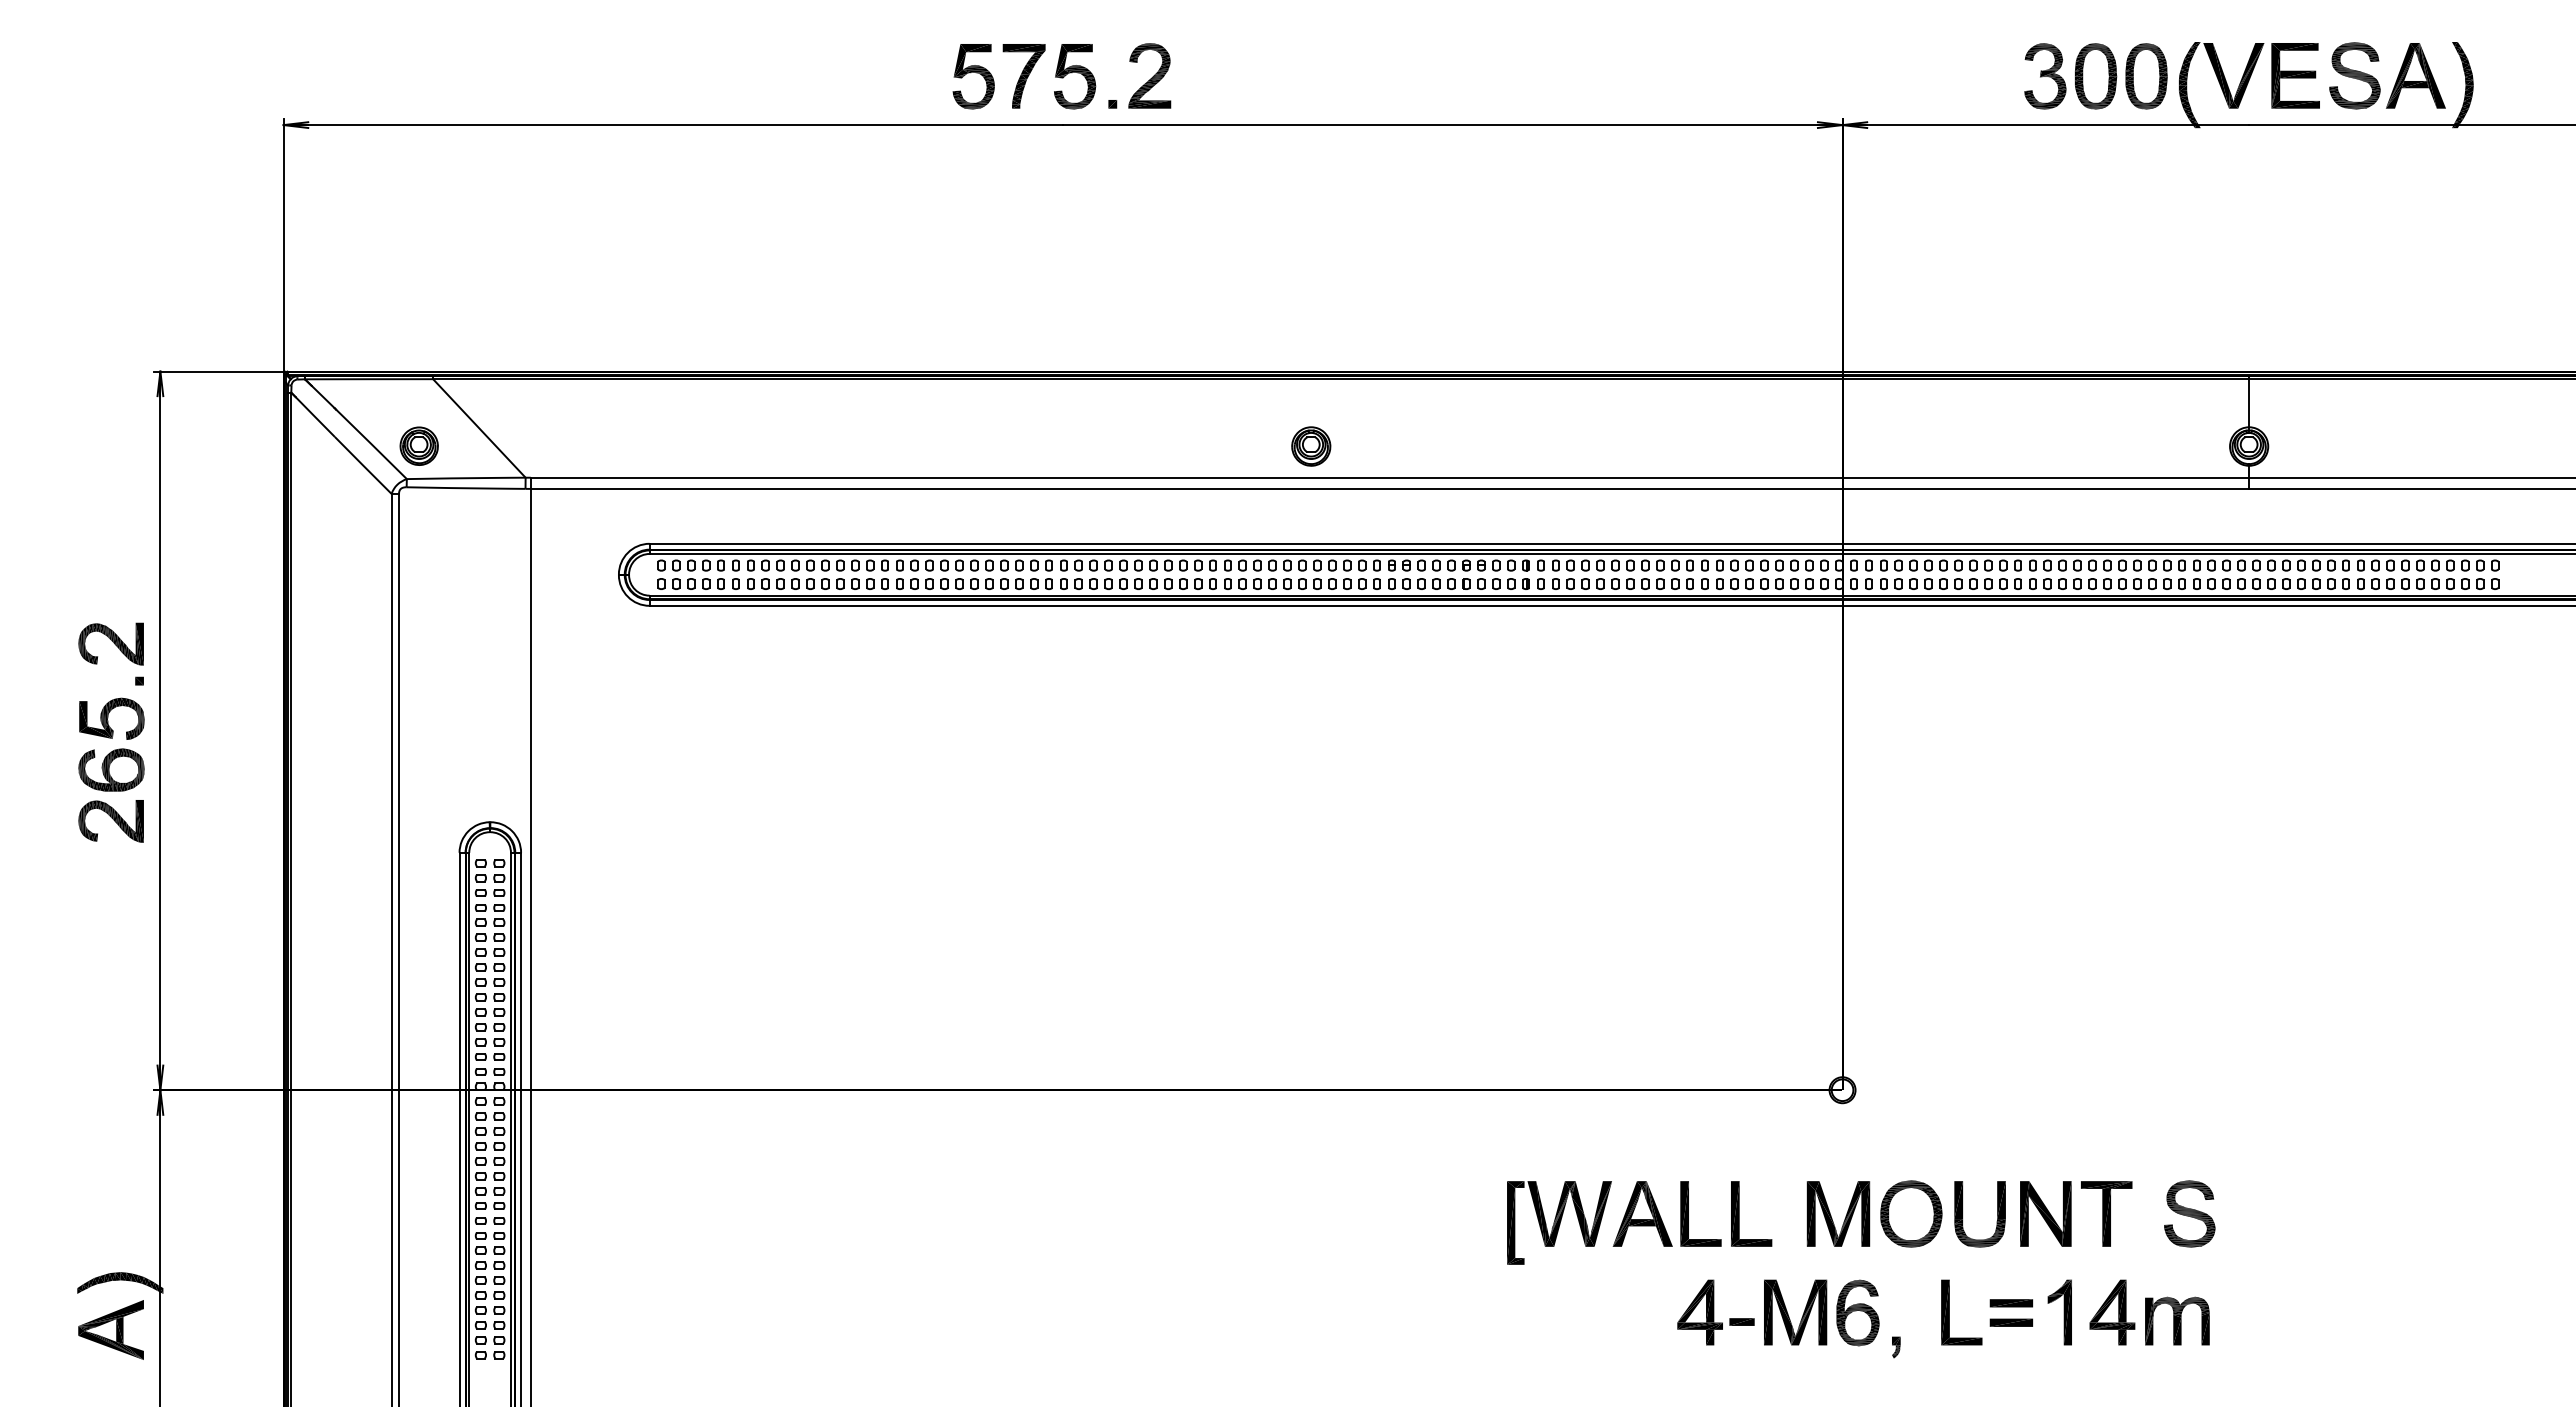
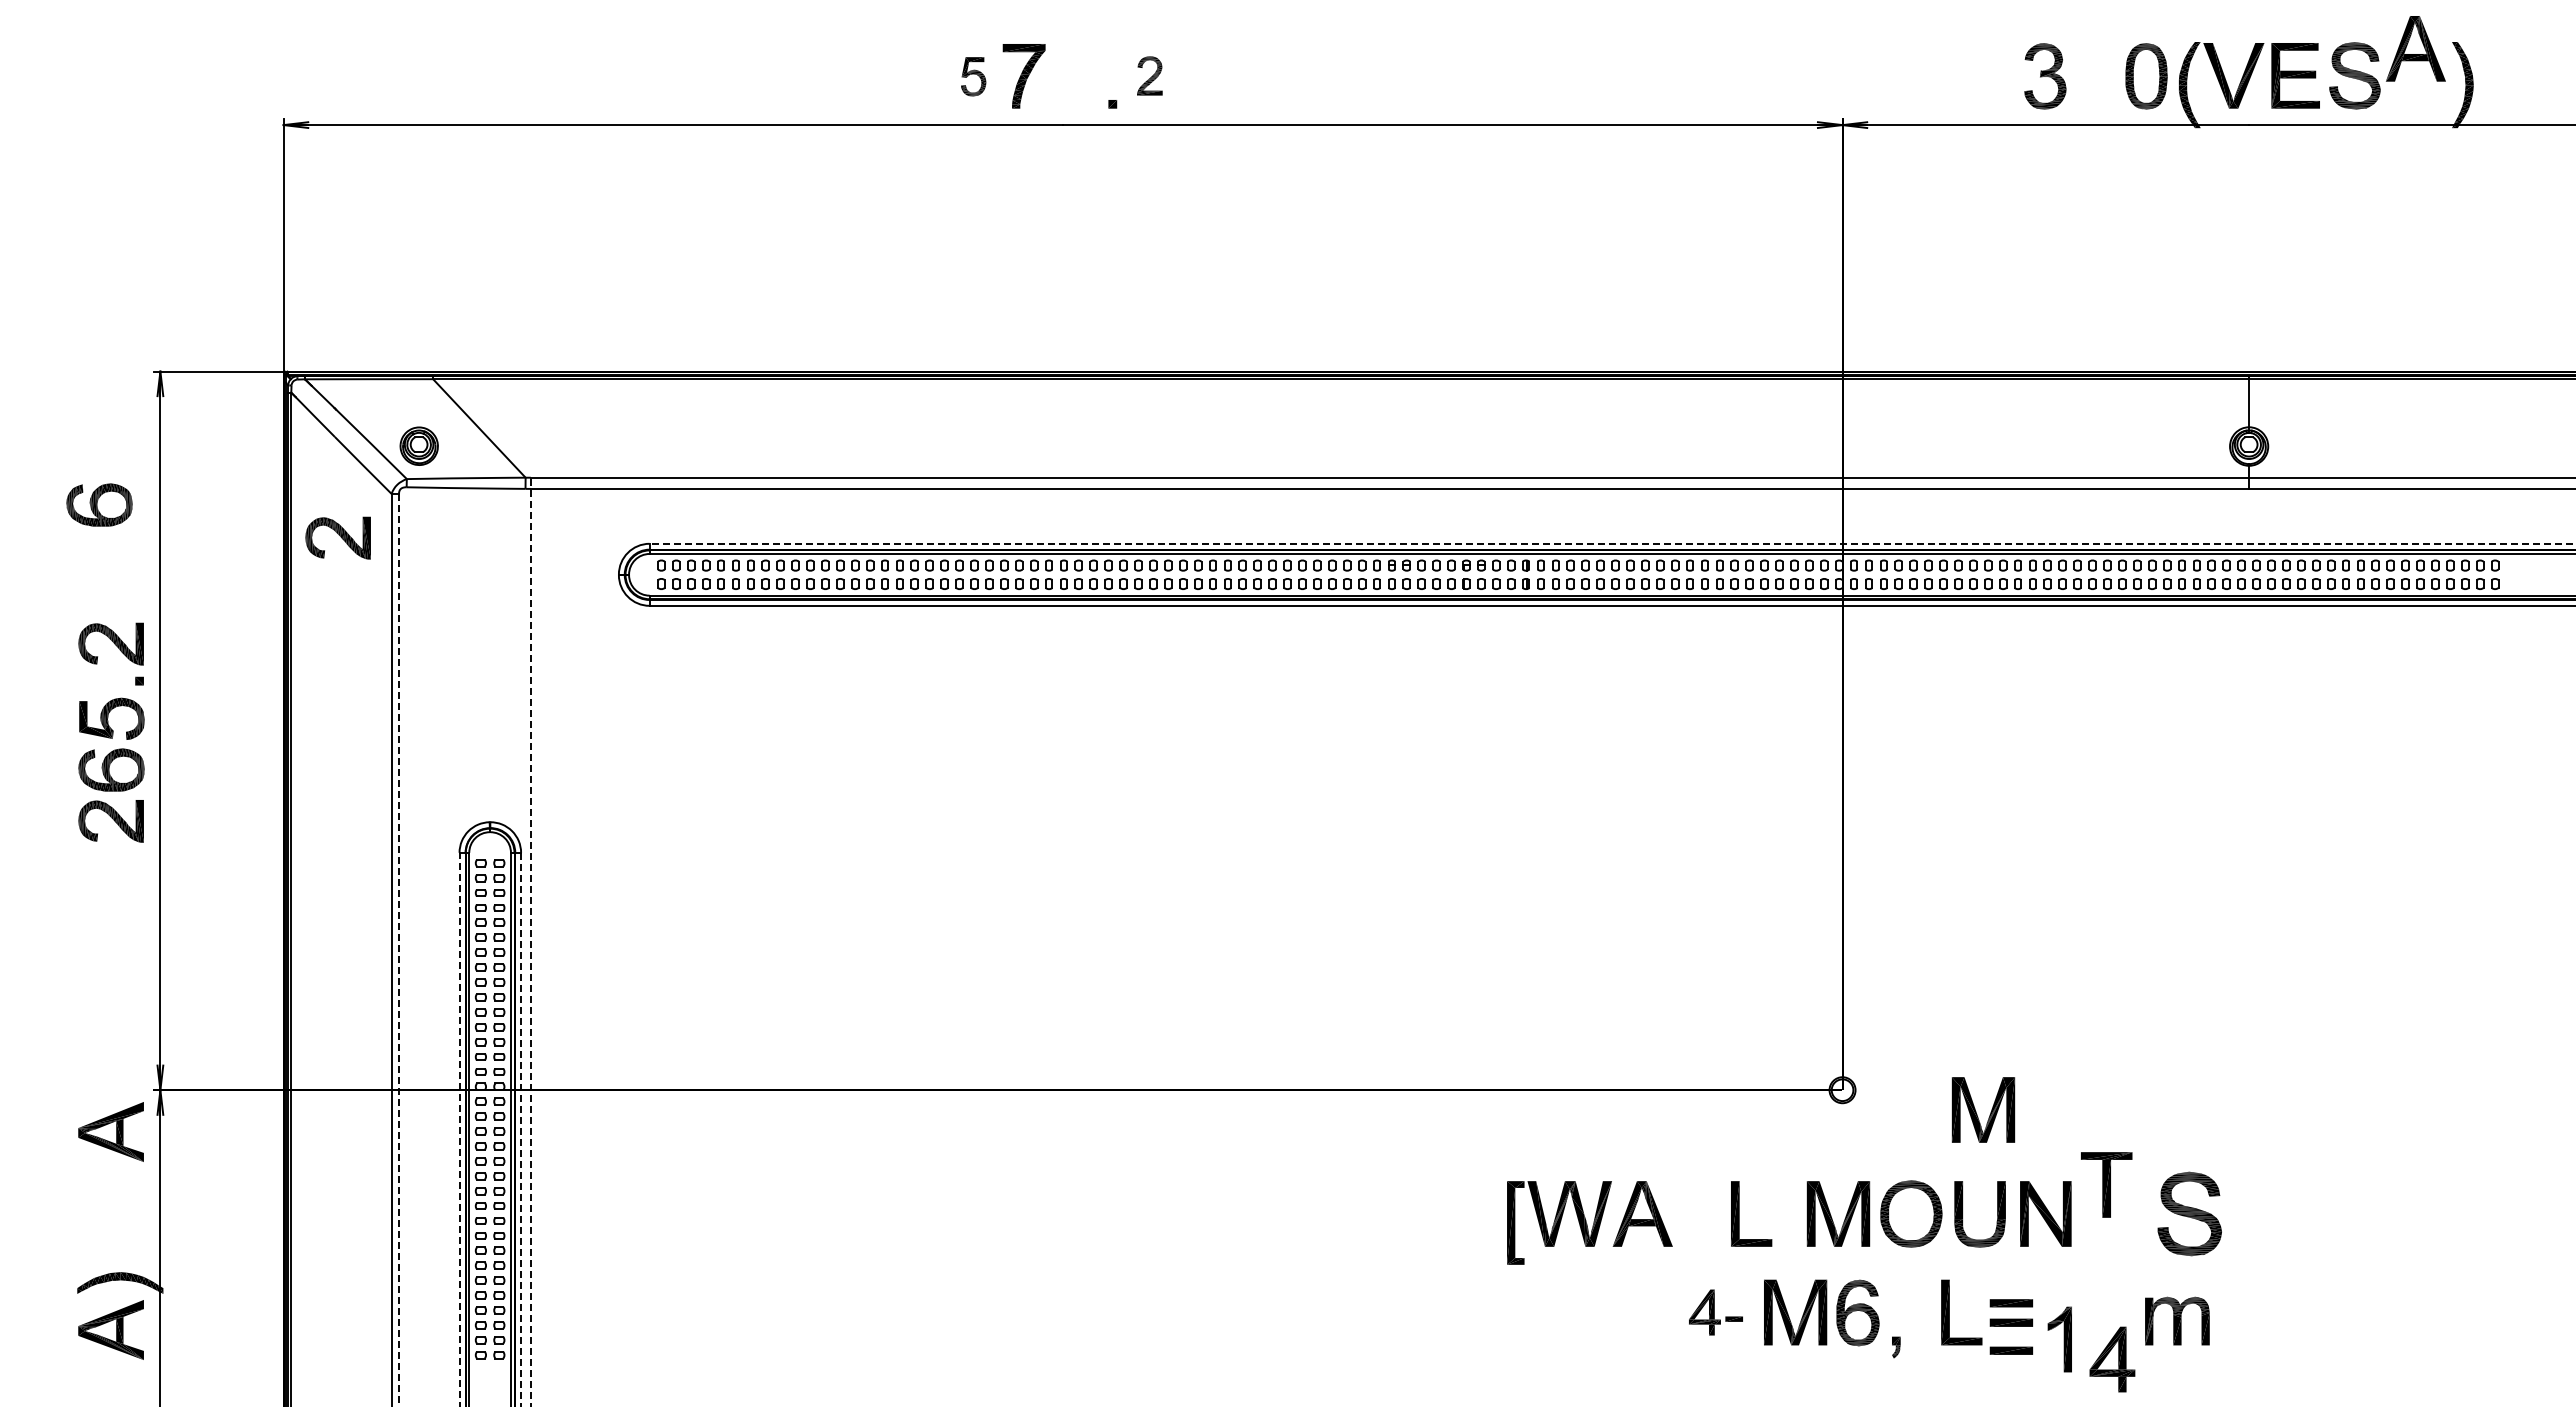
part at (1149, 75) size: 44x66 px -> 26x40 px
part at (2415, 75) position: (2415, 75) -> (2415, 48)
part at (973, 76) size: 43x66 px -> 26x40 px
part at (1075, 76): present -> none
part at (2096, 76): present -> none
part at (1311, 446): present -> none
part at (99, 504): none -> present
part at (337, 537): none -> present
line at (1612, 543): solid -> dashed
line at (530, 941): solid -> dashed
line at (399, 950): solid -> dashed
part at (1976, 1111): none -> present
line at (459, 1129): solid -> dashed
line at (521, 1129): solid -> dashed
part at (110, 1131): none -> present
part at (1688, 1213): present -> none
part at (2106, 1213) position: (2106, 1213) -> (2106, 1184)
part at (2189, 1213) size: 52x68 px -> 65x86 px
part at (1715, 1312) size: 78x67 px -> 54x47 px
part at (2059, 1312) position: (2059, 1312) -> (2059, 1339)
part at (2112, 1312) position: (2112, 1312) -> (2112, 1359)
part at (2011, 1350): none -> present
